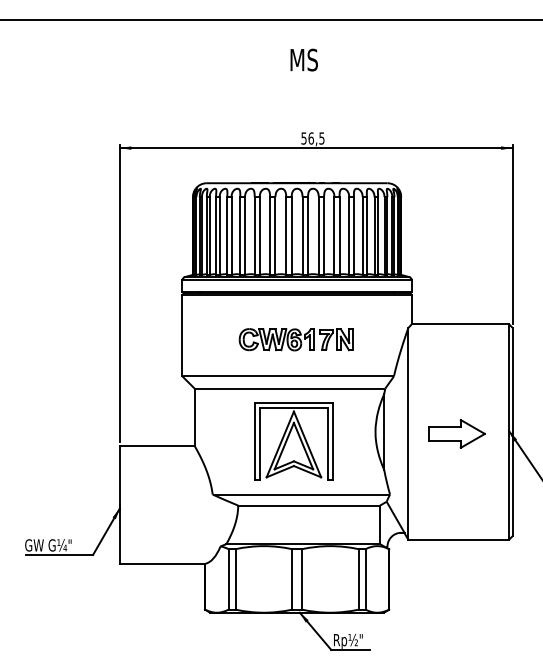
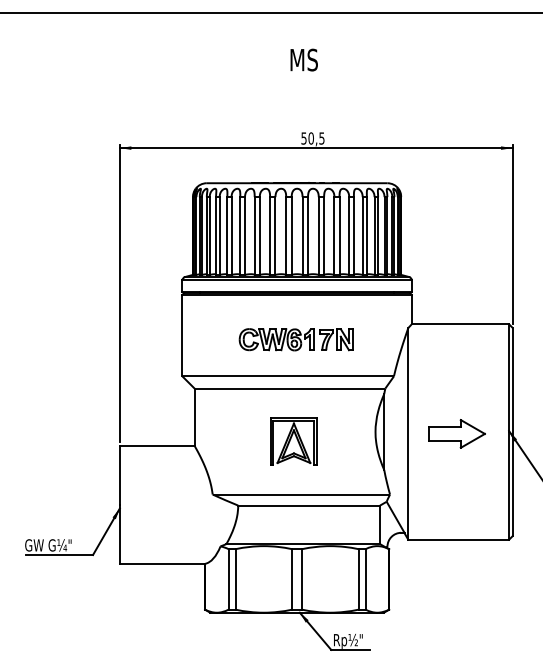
line at (270, 20) position: (270, 20) -> (270, 13)
text at (311, 138): 56,5 -> 50,5
part at (293, 441) size: 80x79 px -> 48x49 px
